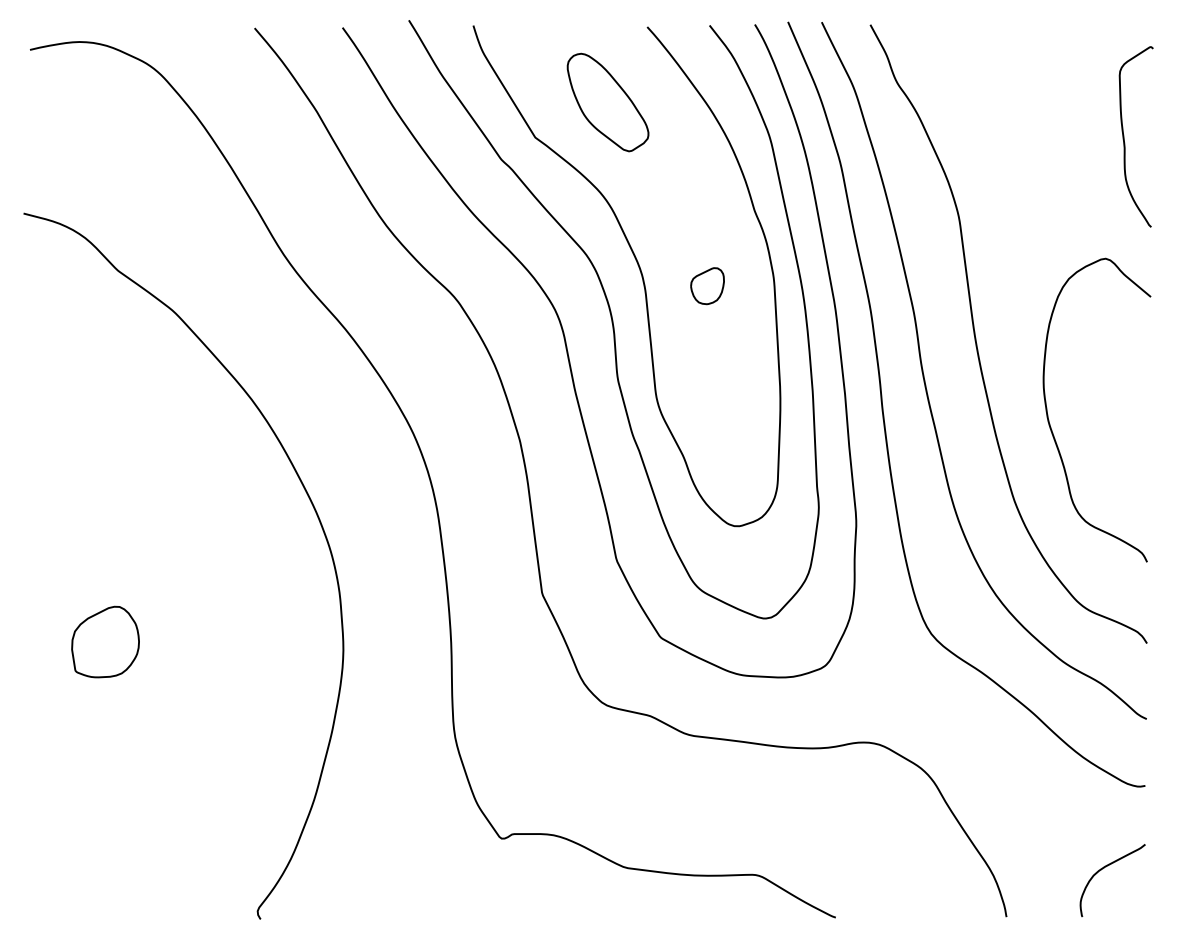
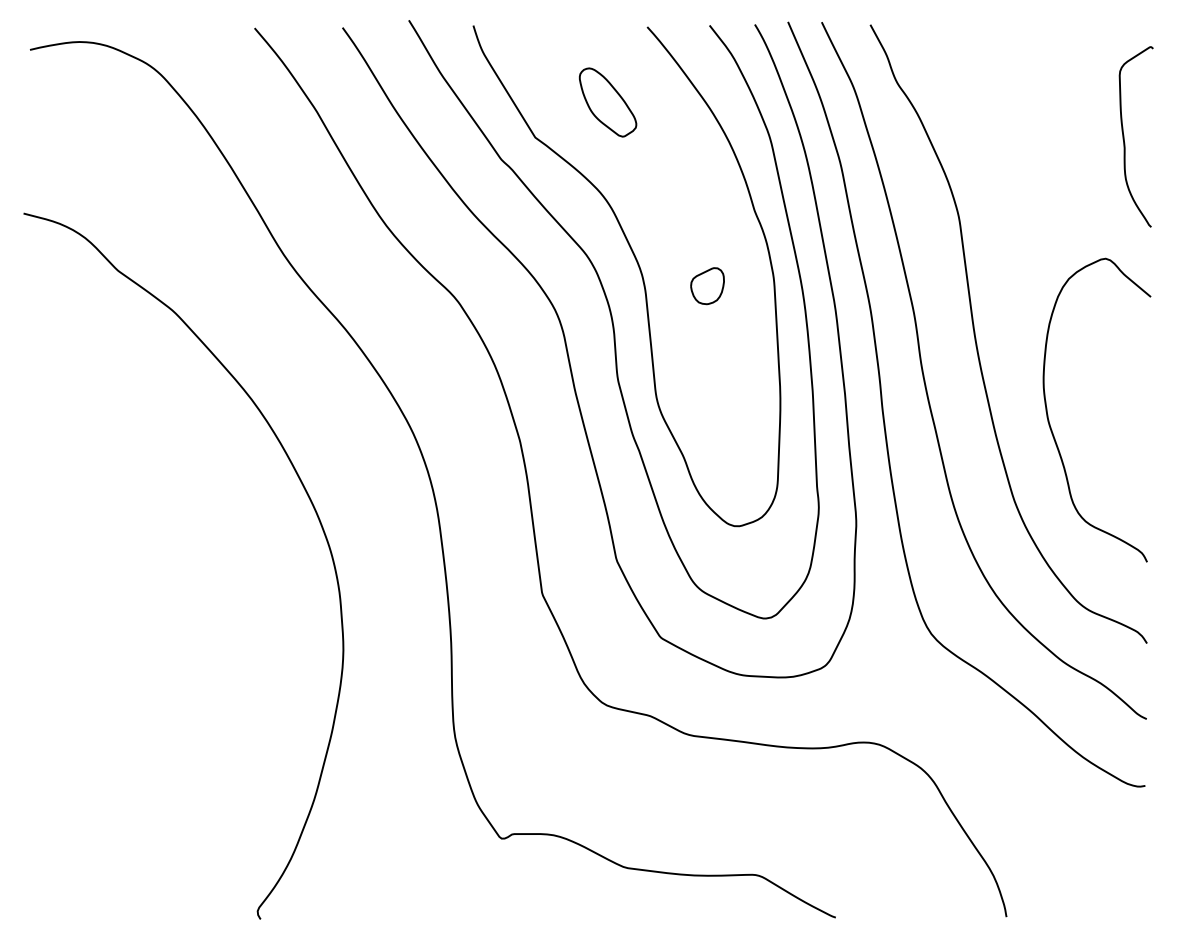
part at (607, 102) size: 84x101 px -> 60x71 px
part at (105, 641): present -> none
curve at (1106, 867): present -> none
